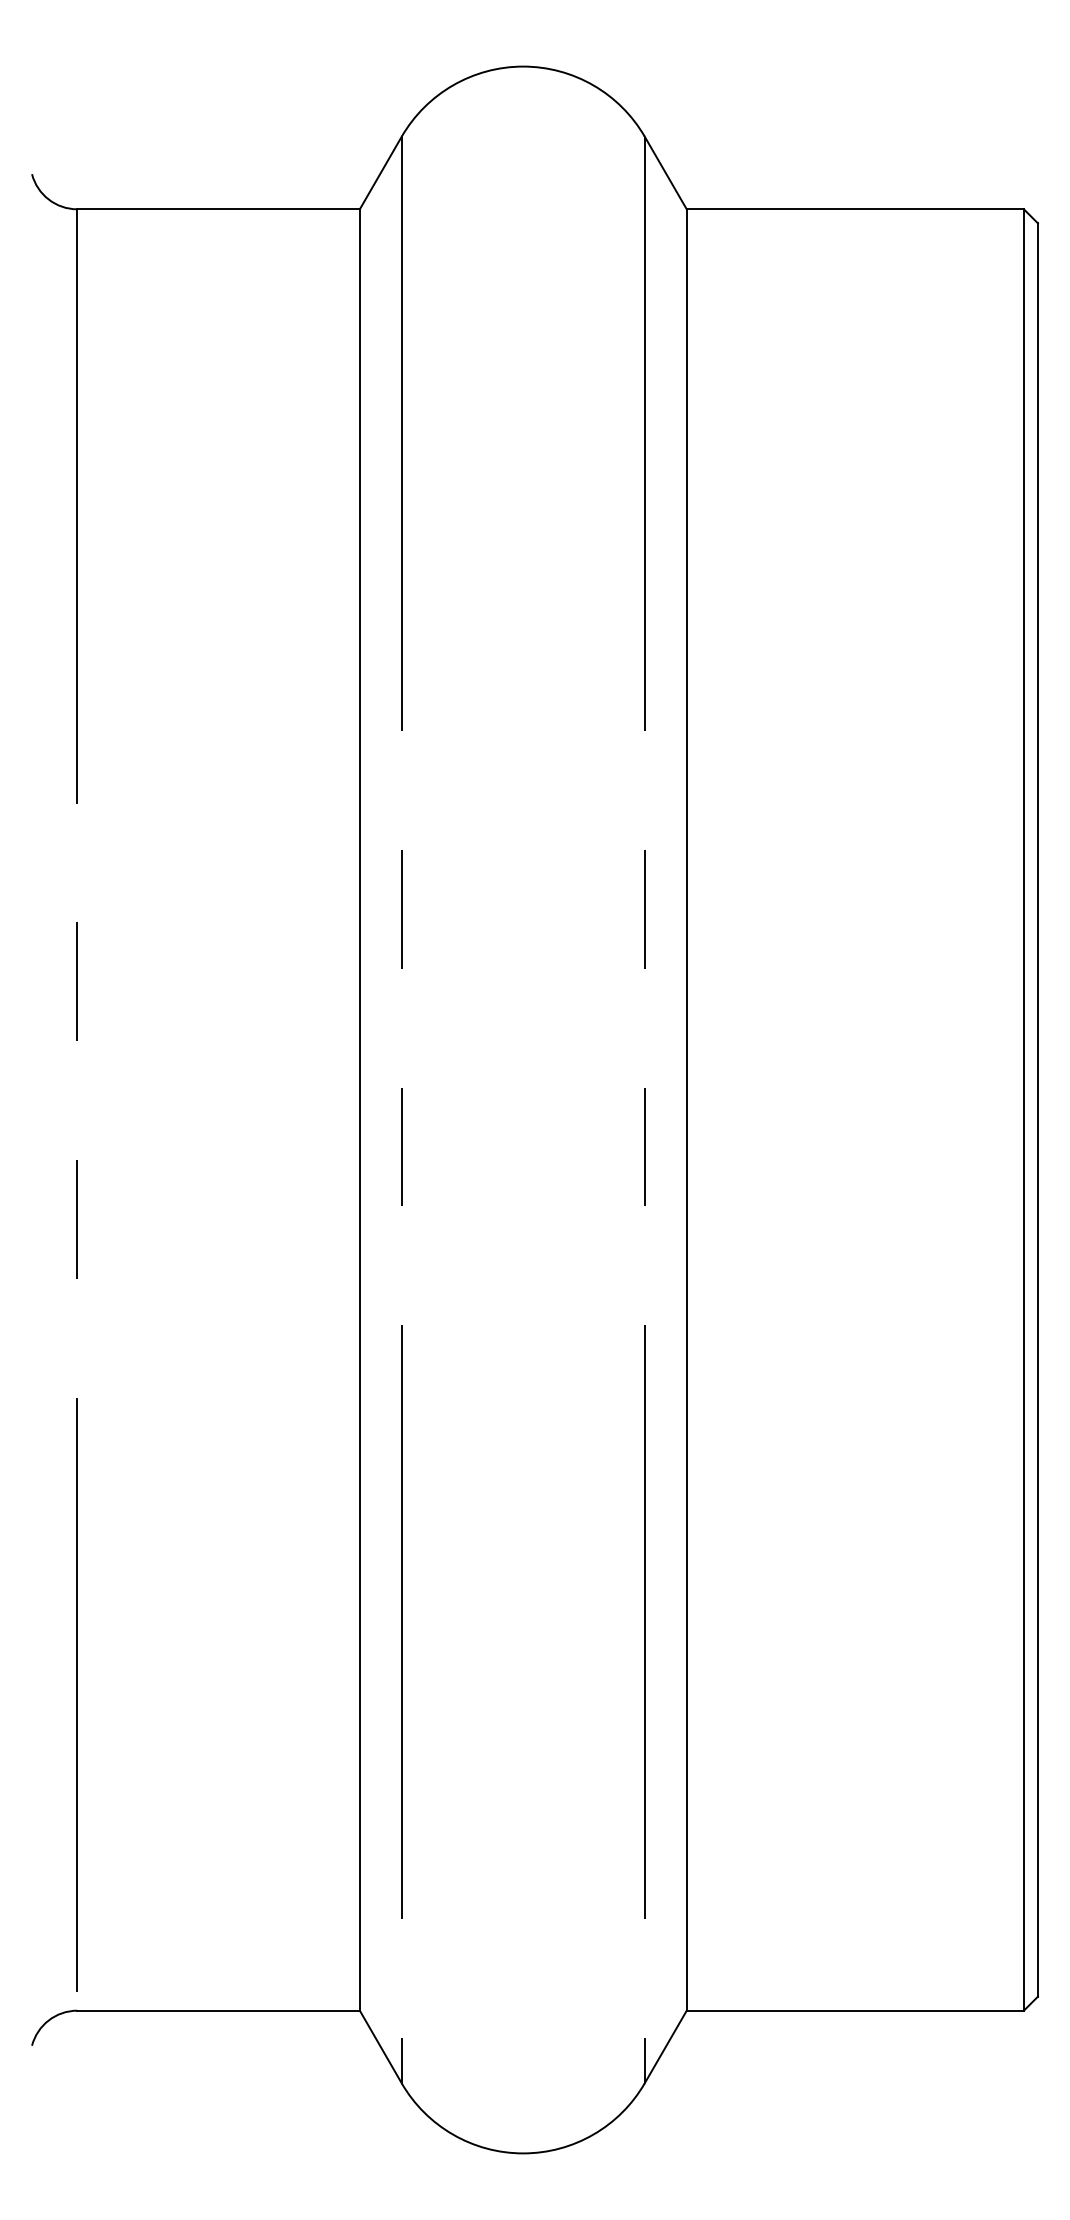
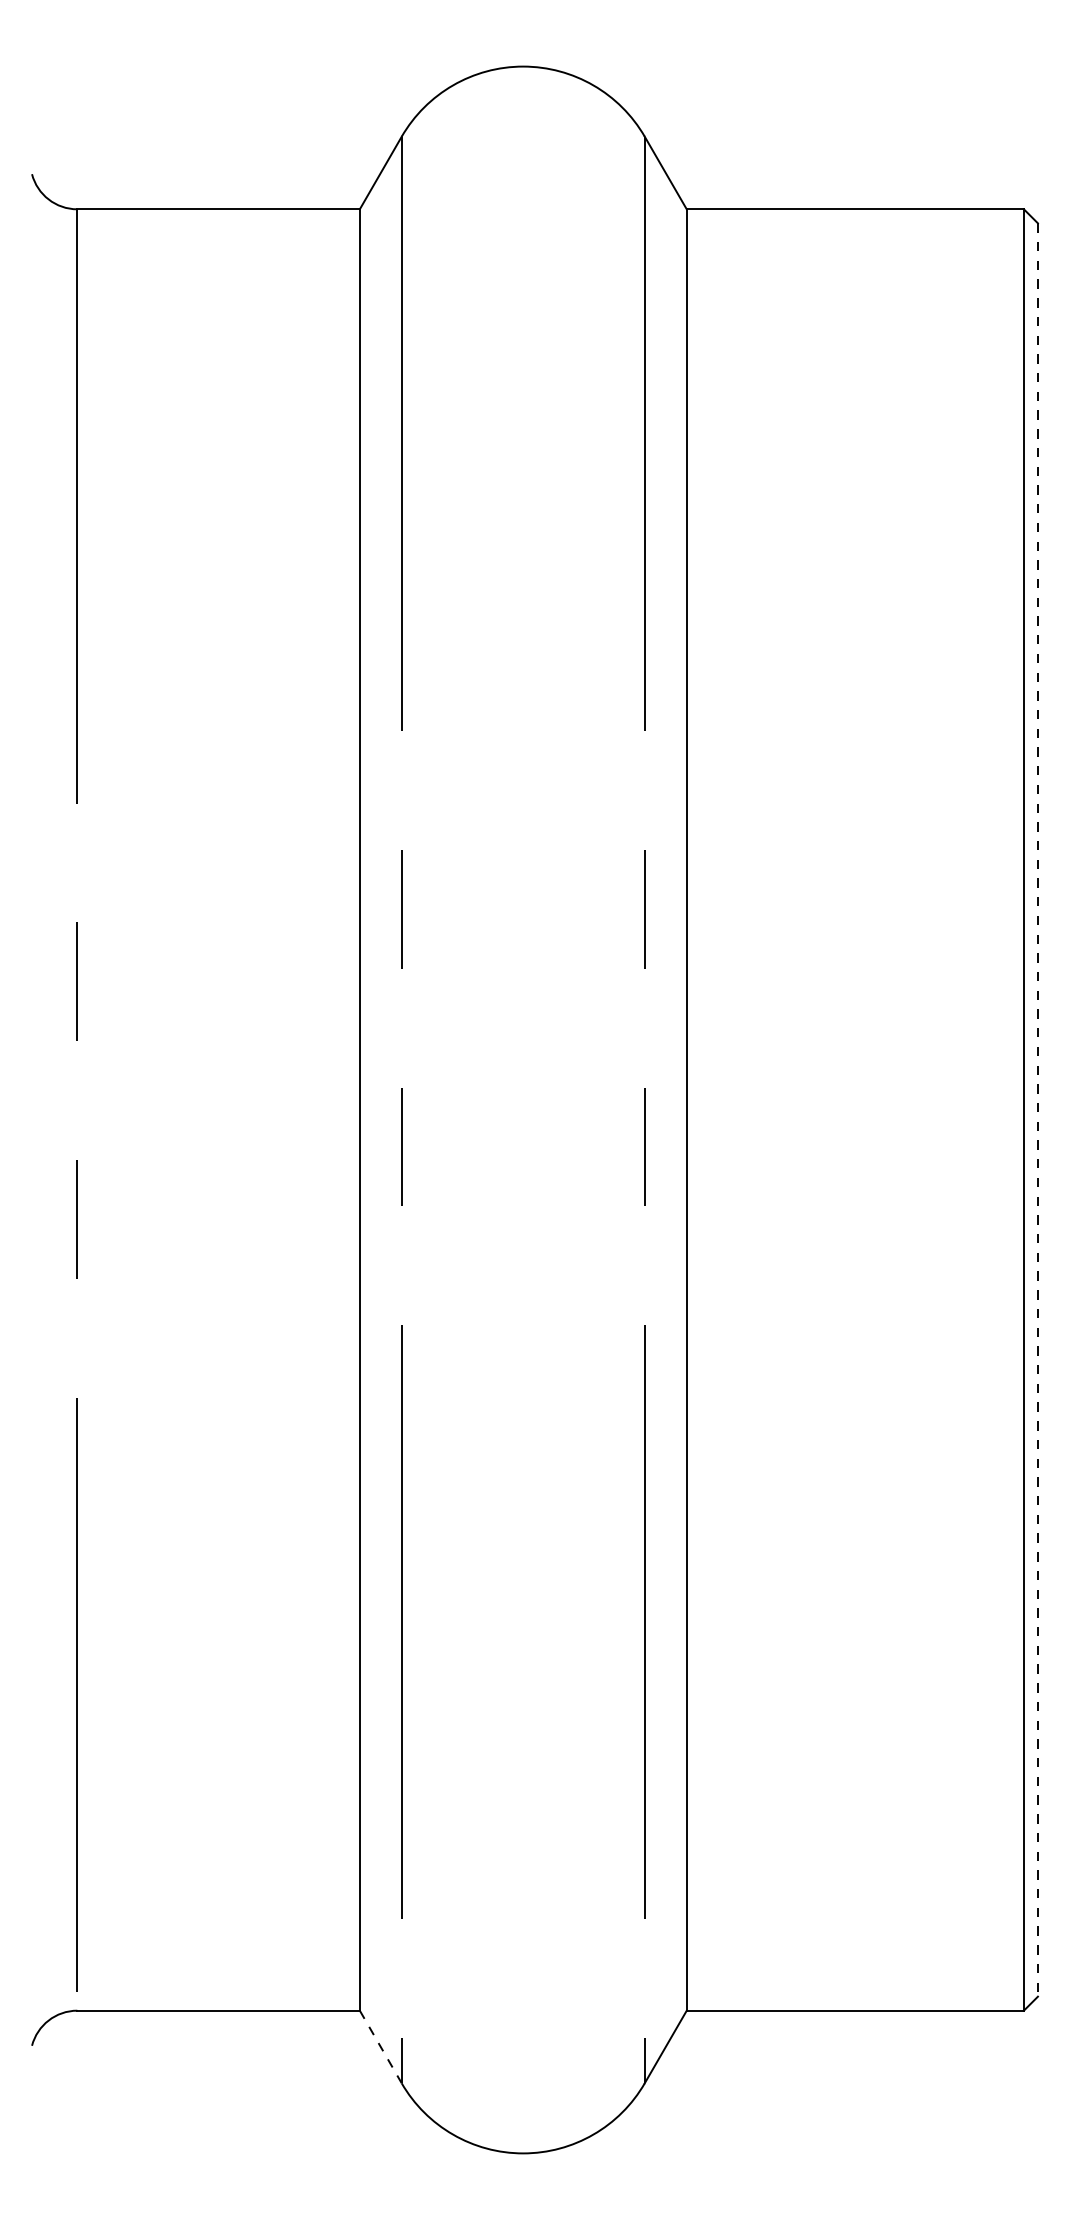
line at (1037, 1110): solid -> dashed
line at (380, 2046): solid -> dashed
